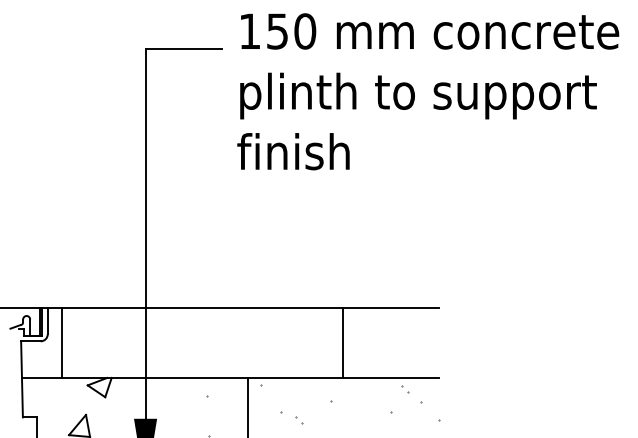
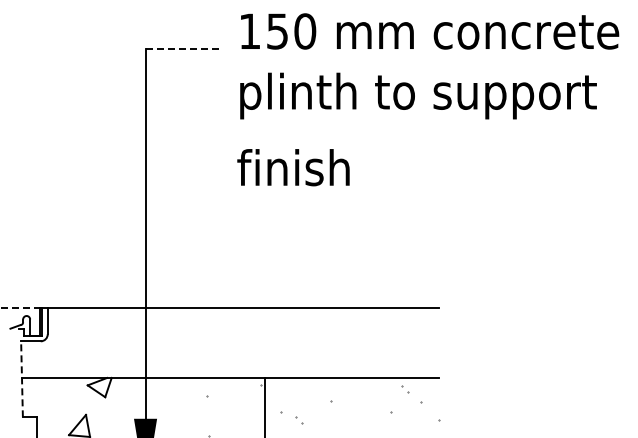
line at (184, 49): solid -> dashed
text at (293, 151) position: (293, 151) -> (293, 167)
line at (20, 307): solid -> dashed
line at (61, 342): present -> none
line at (343, 342): present -> none
line at (22, 378): solid -> dashed
line at (248, 405) position: (248, 405) -> (265, 405)
